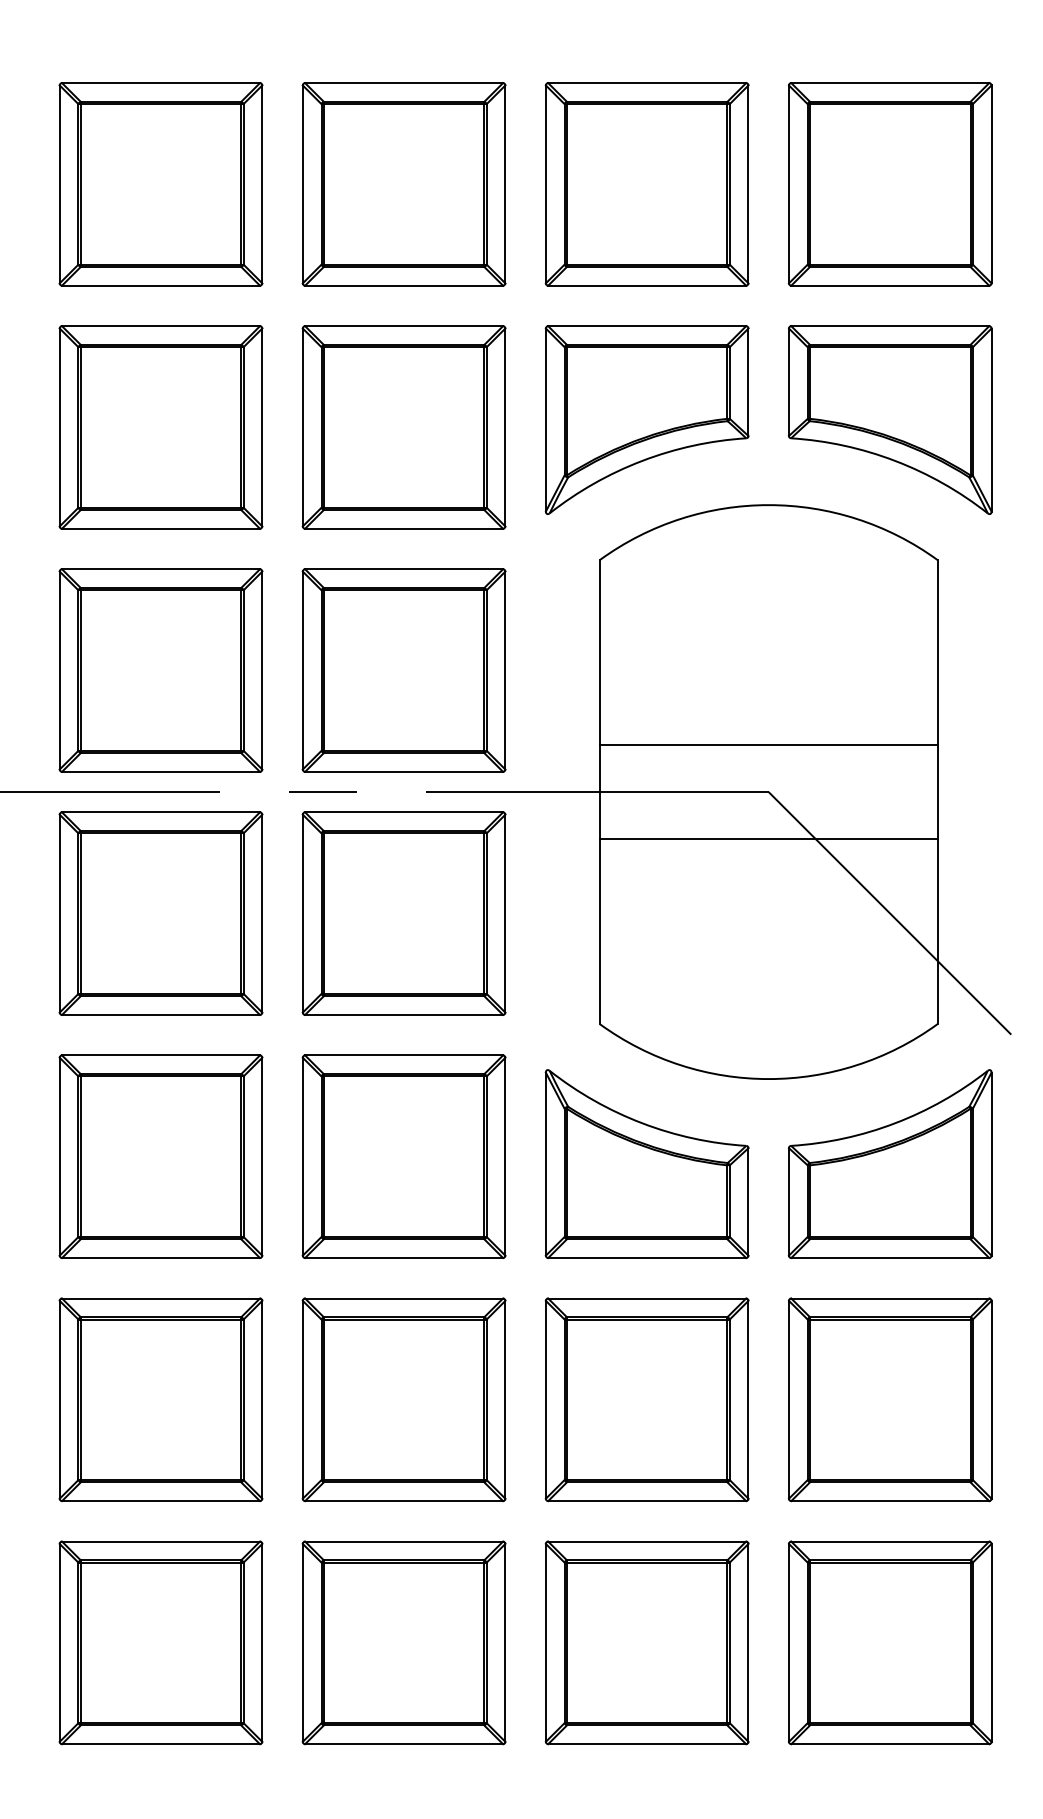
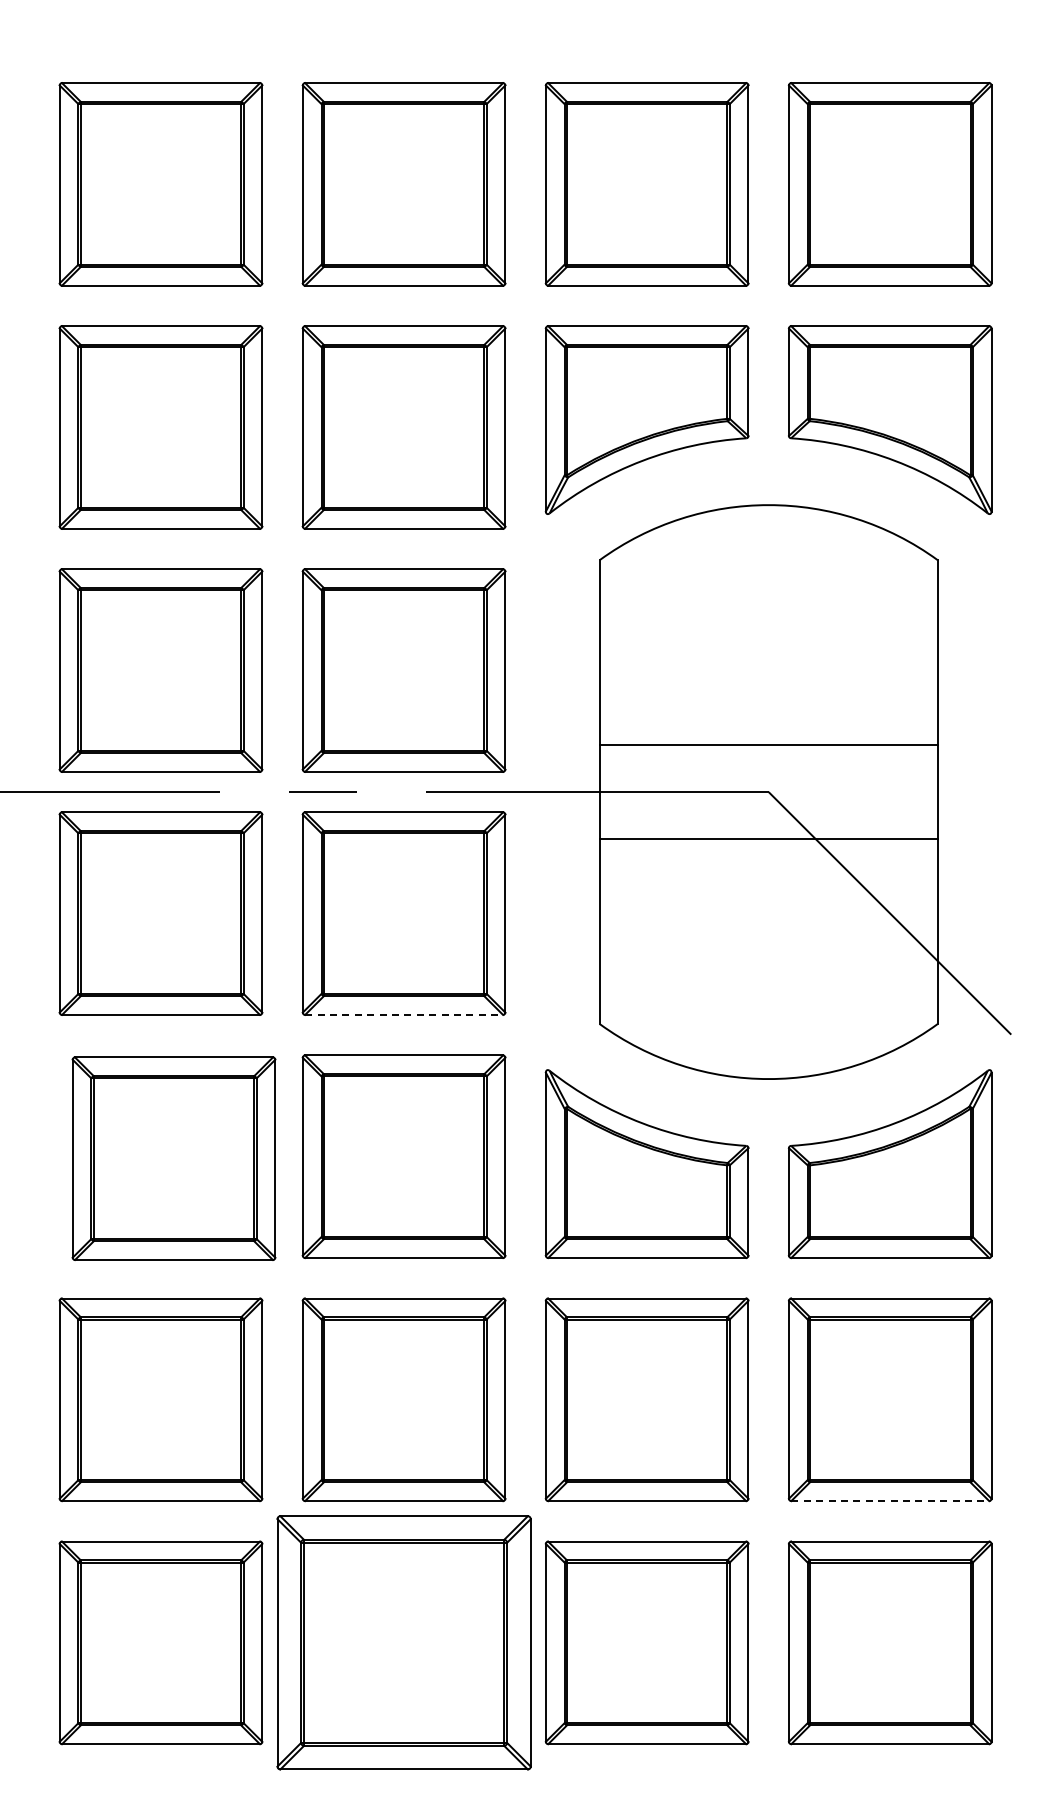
line at (404, 1014): solid -> dashed
part at (160, 1156) position: (160, 1156) -> (173, 1158)
line at (890, 1501): solid -> dashed
part at (403, 1642) size: 206x206 px -> 256x256 px
